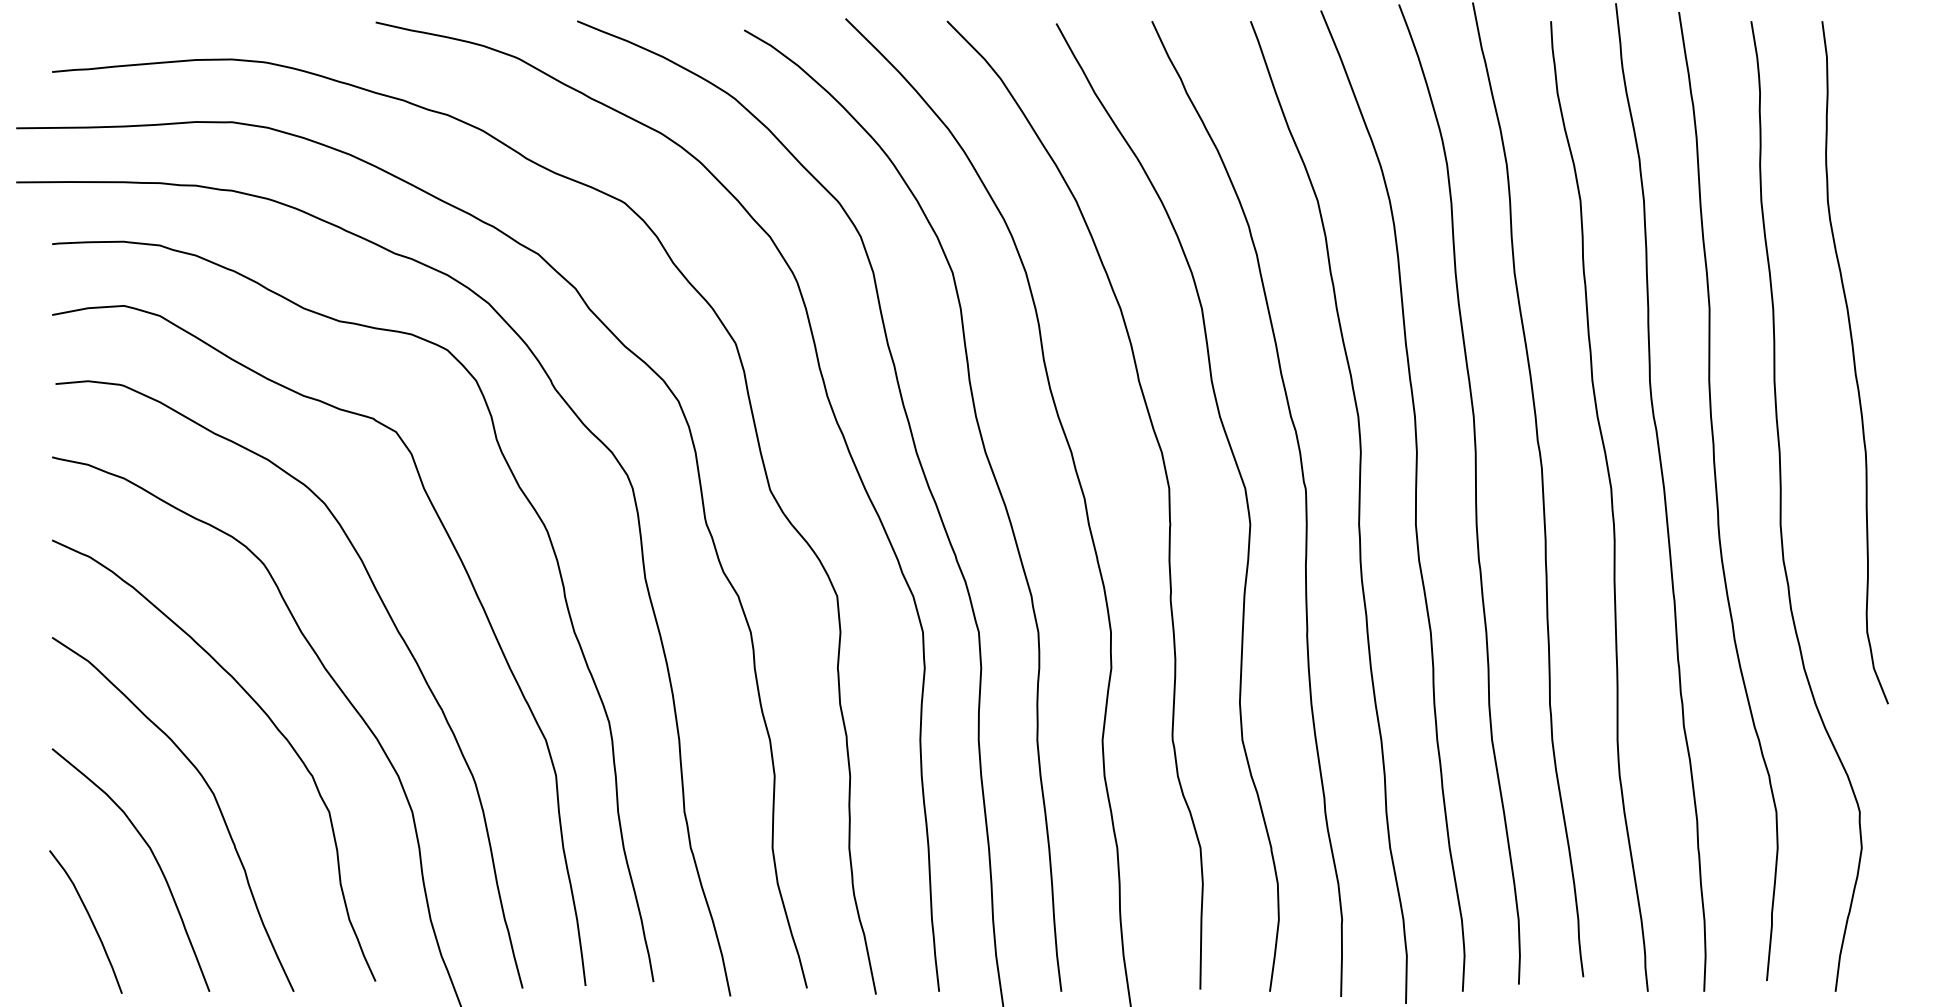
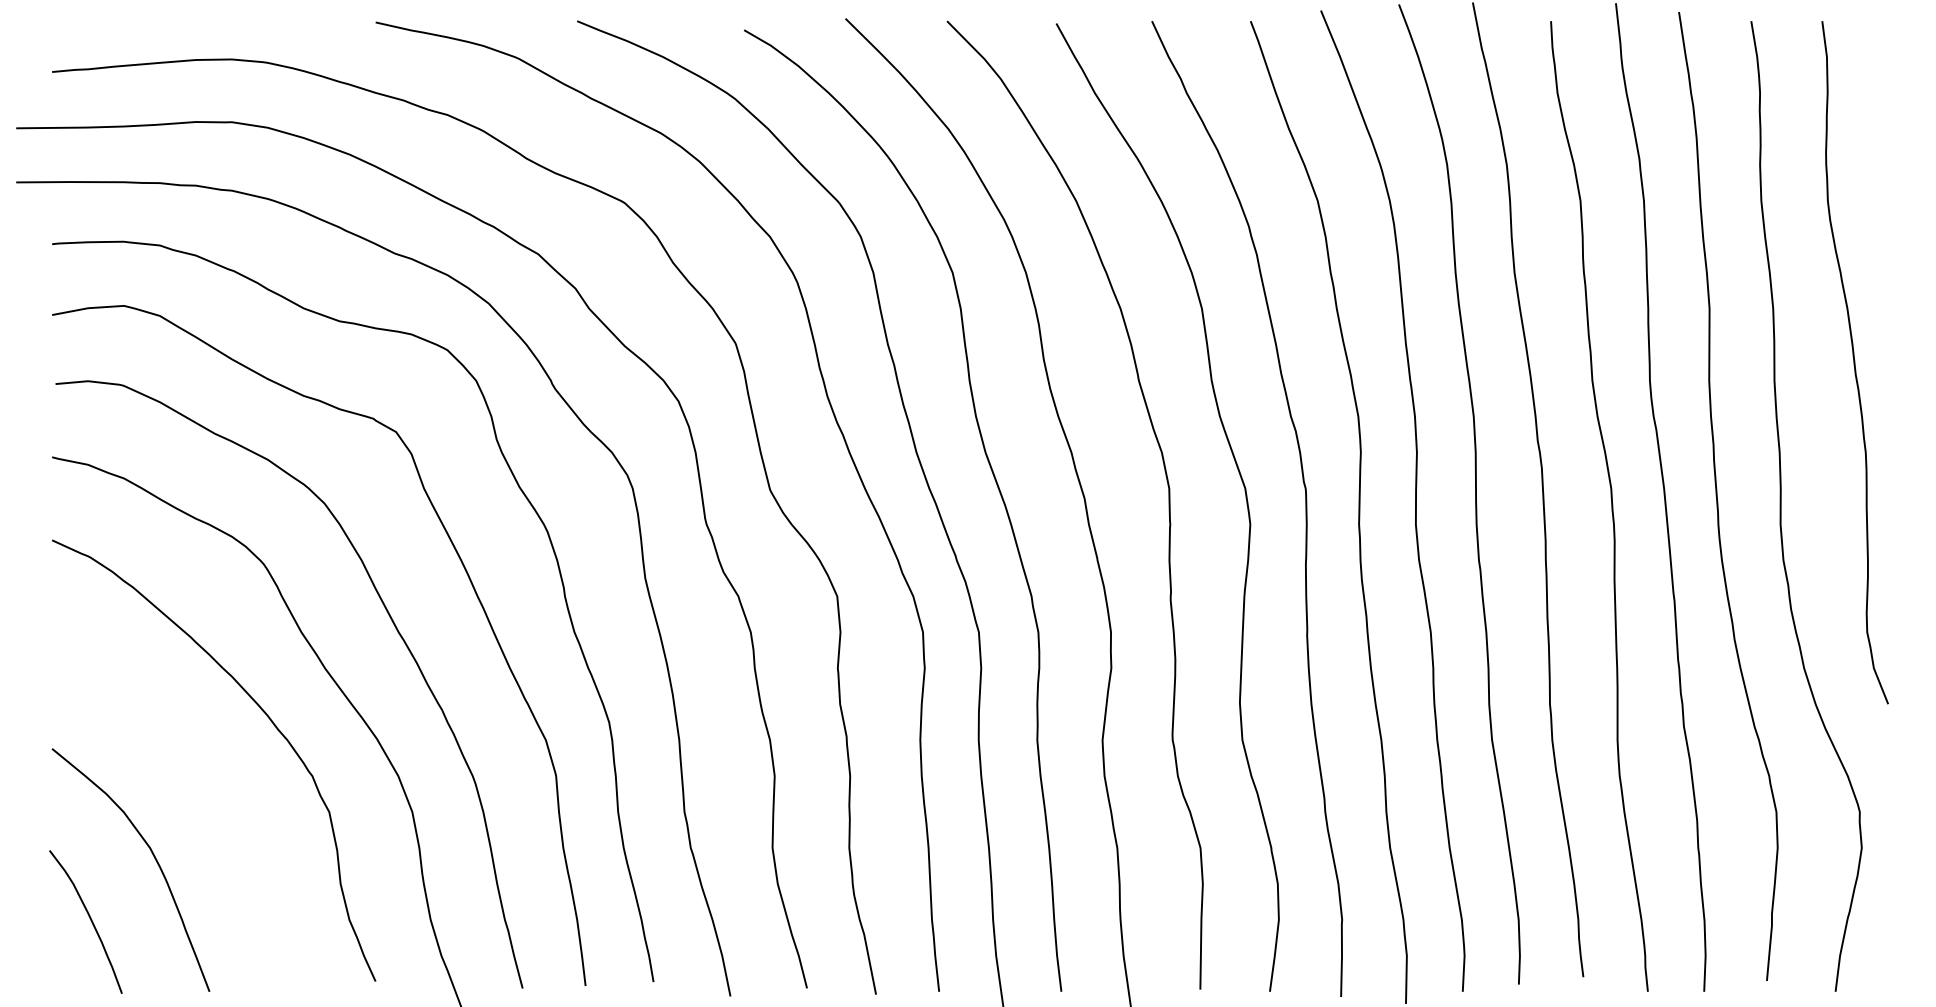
curve at (208, 788): present -> none
